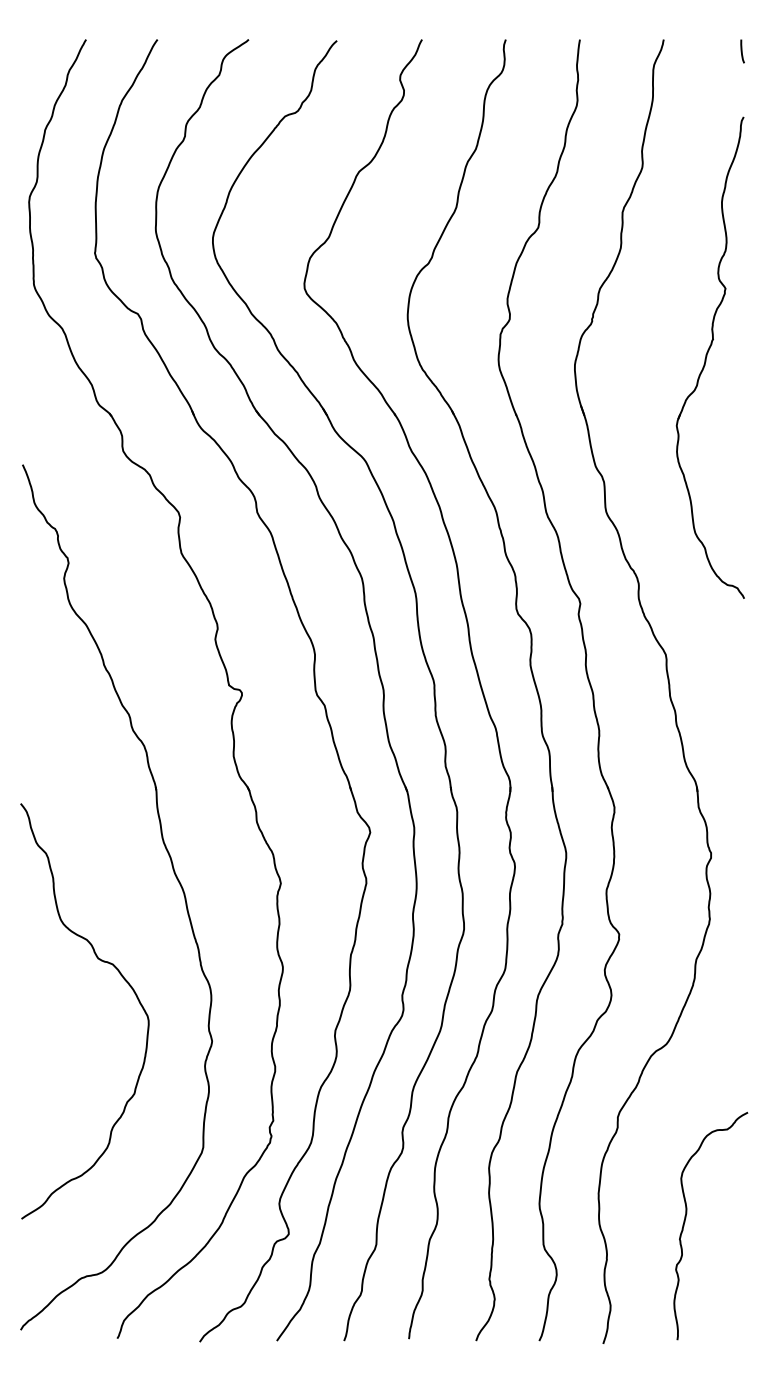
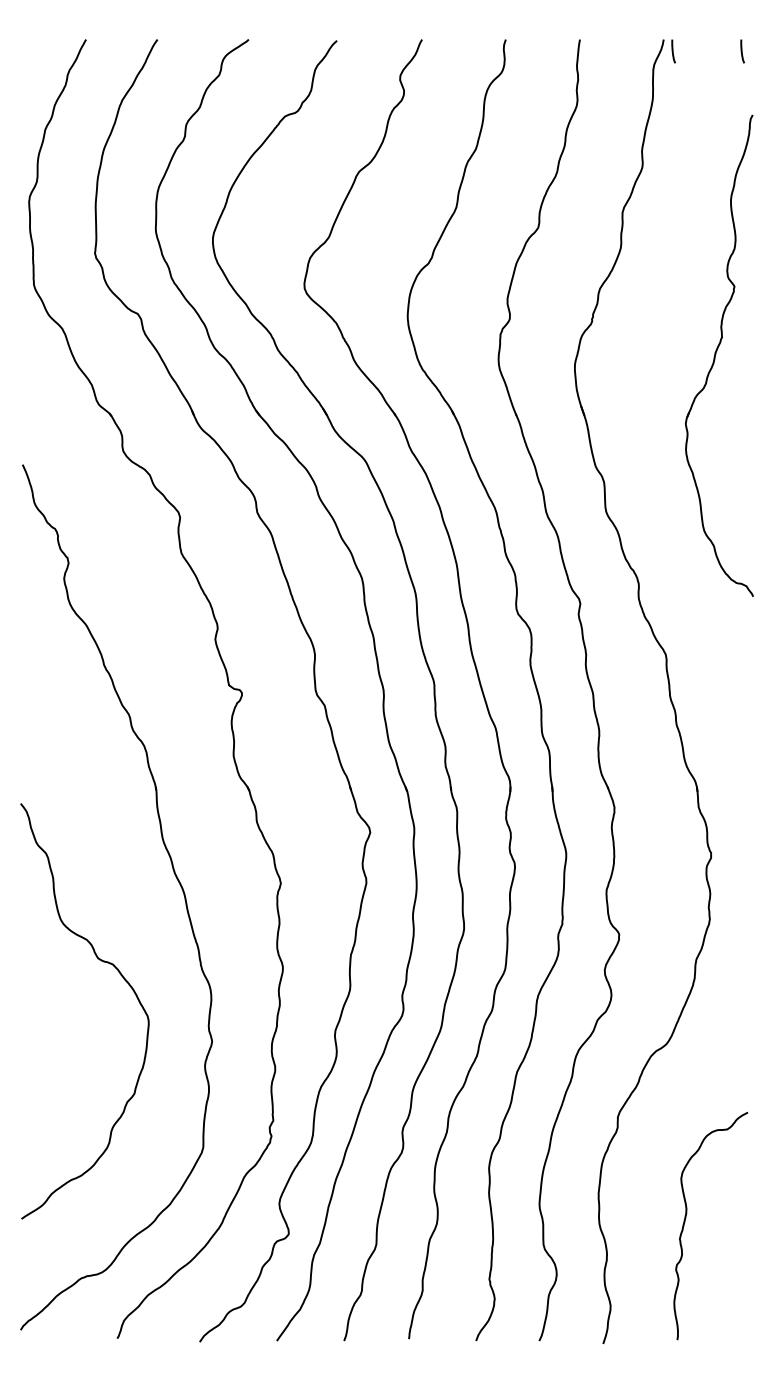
line at (673, 51): none -> present
part at (709, 357) position: (709, 357) -> (718, 355)
